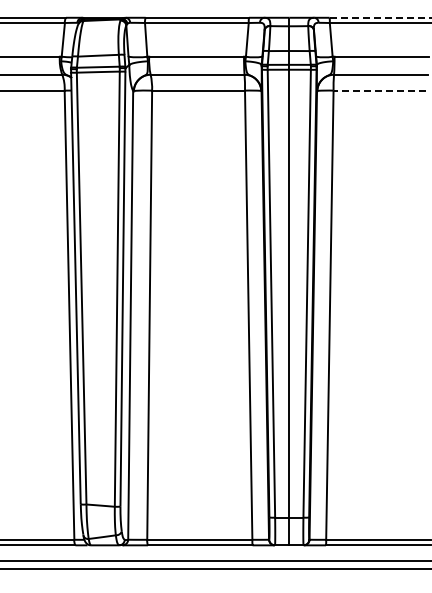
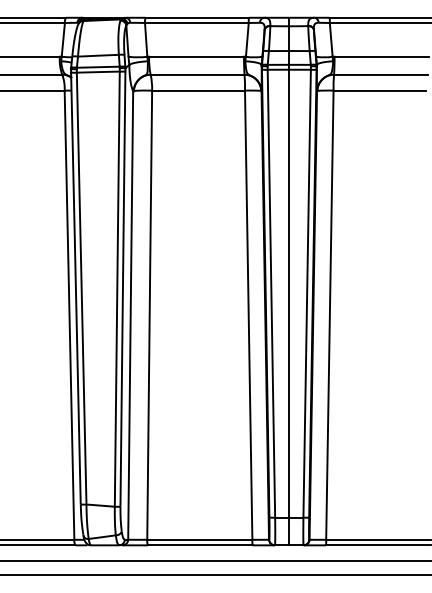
line at (381, 17): dashed -> solid
line at (379, 90): dashed -> solid
line at (215, 569) position: (215, 569) -> (215, 575)
